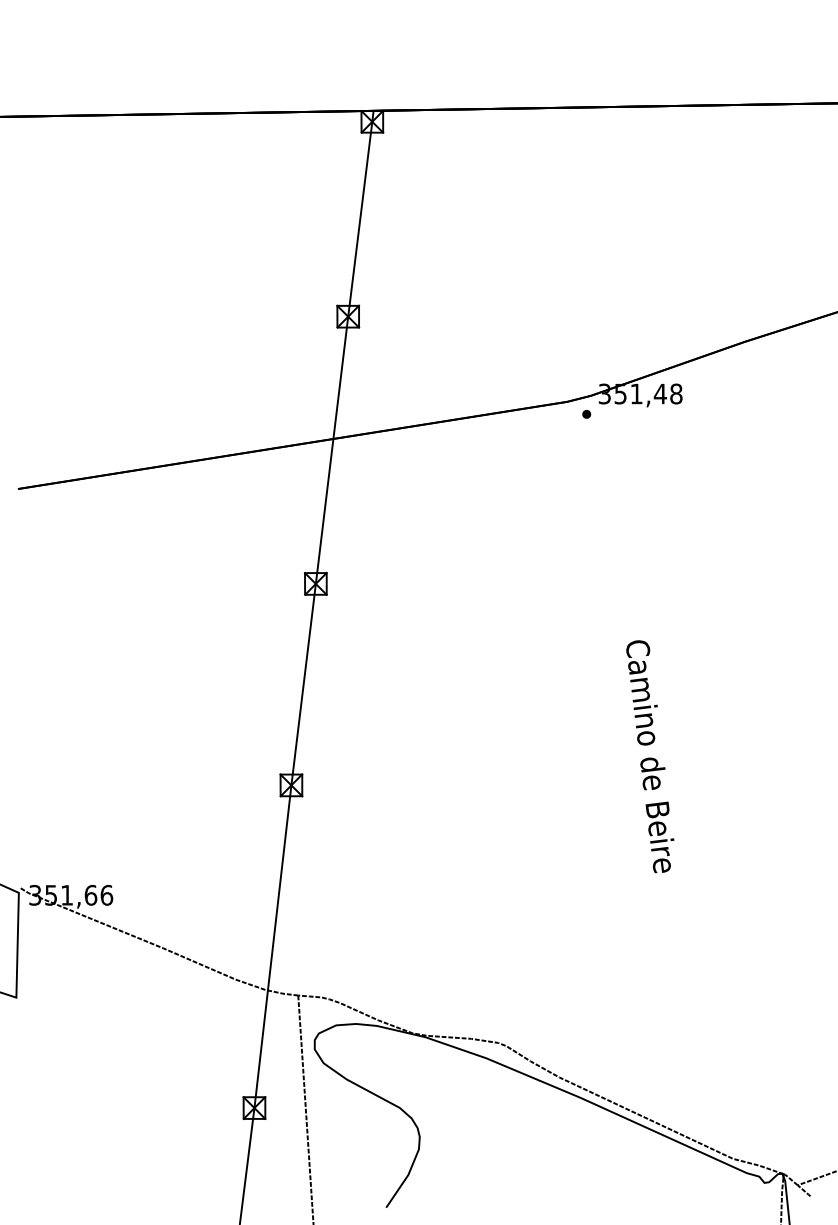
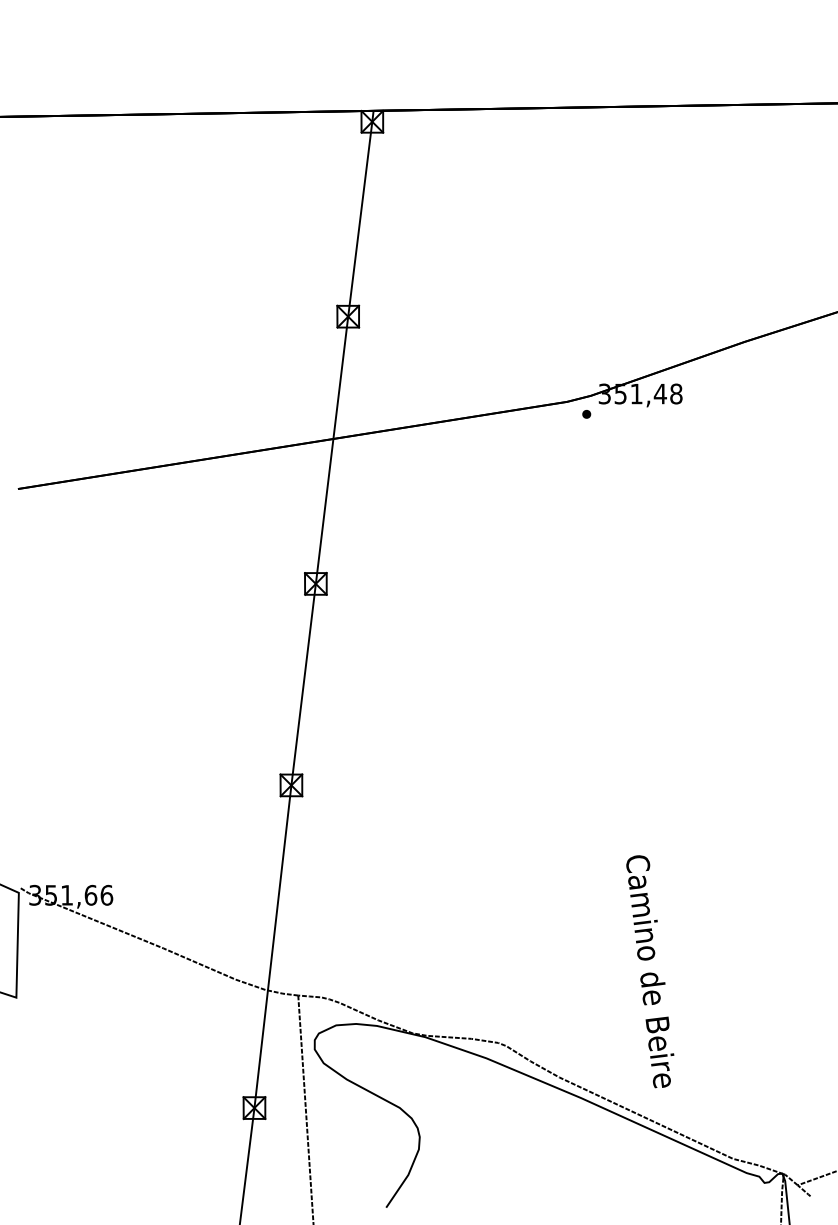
text at (650, 756) position: (650, 756) -> (650, 971)
